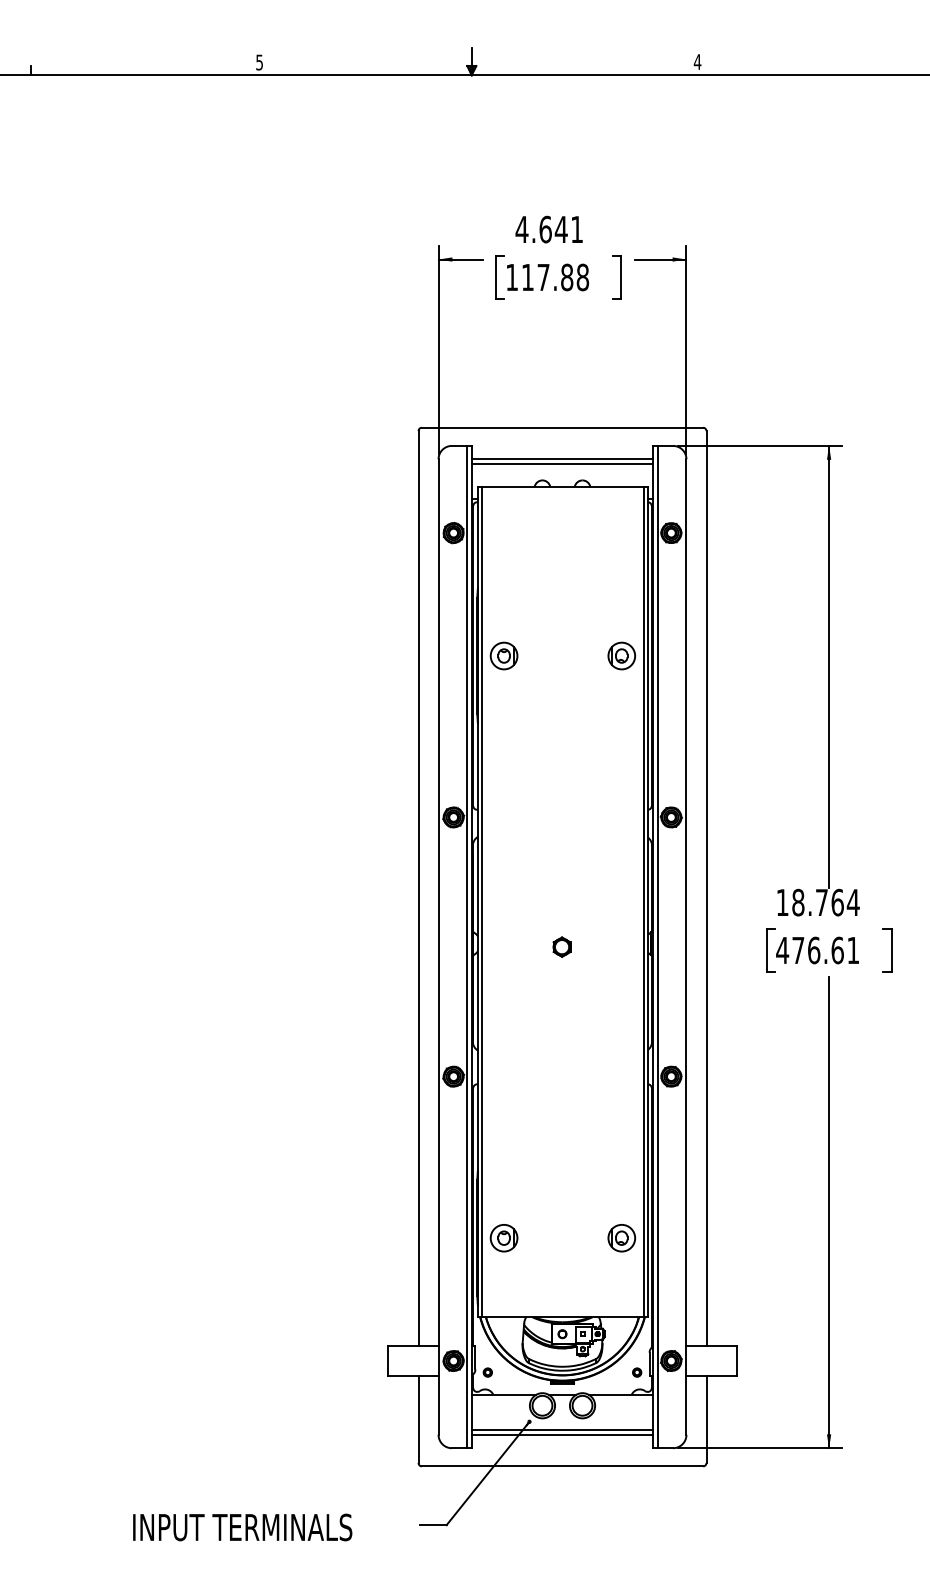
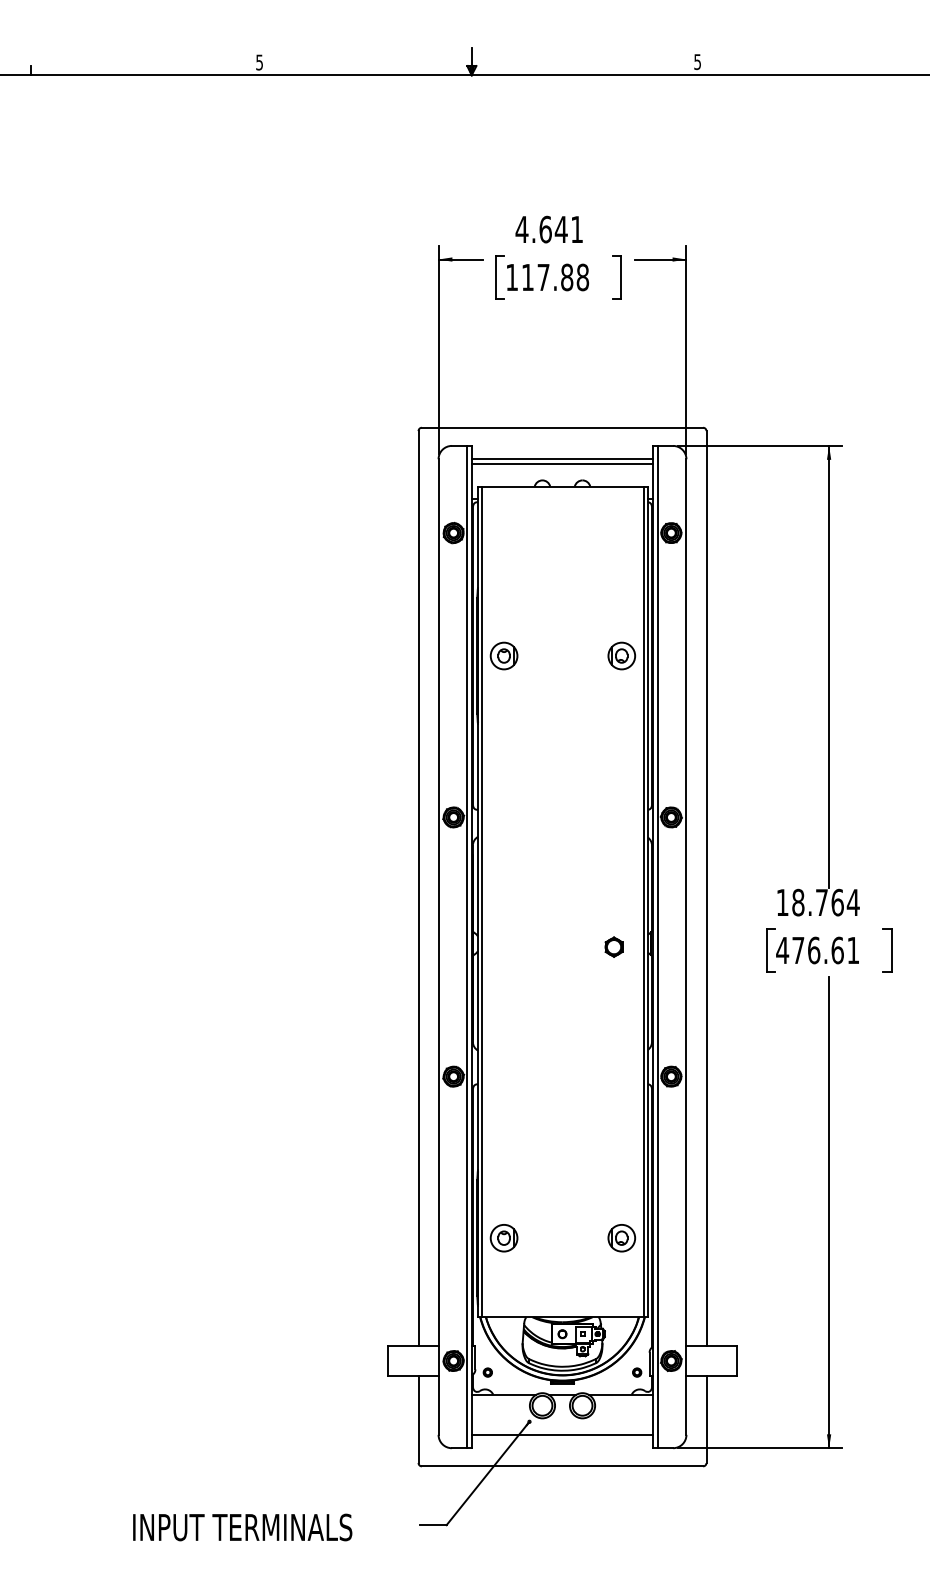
text at (697, 62): 4 -> 5
part at (561, 946) position: (561, 946) -> (613, 946)
line at (562, 1430): present -> none
